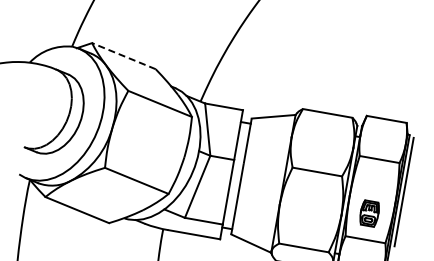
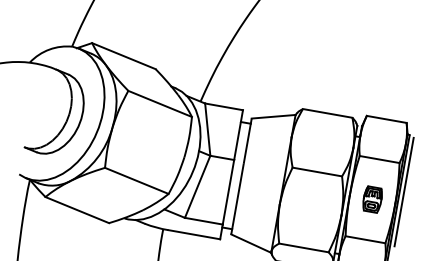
line at (123, 55): dashed -> solid
part at (369, 213) position: (369, 213) -> (372, 199)
